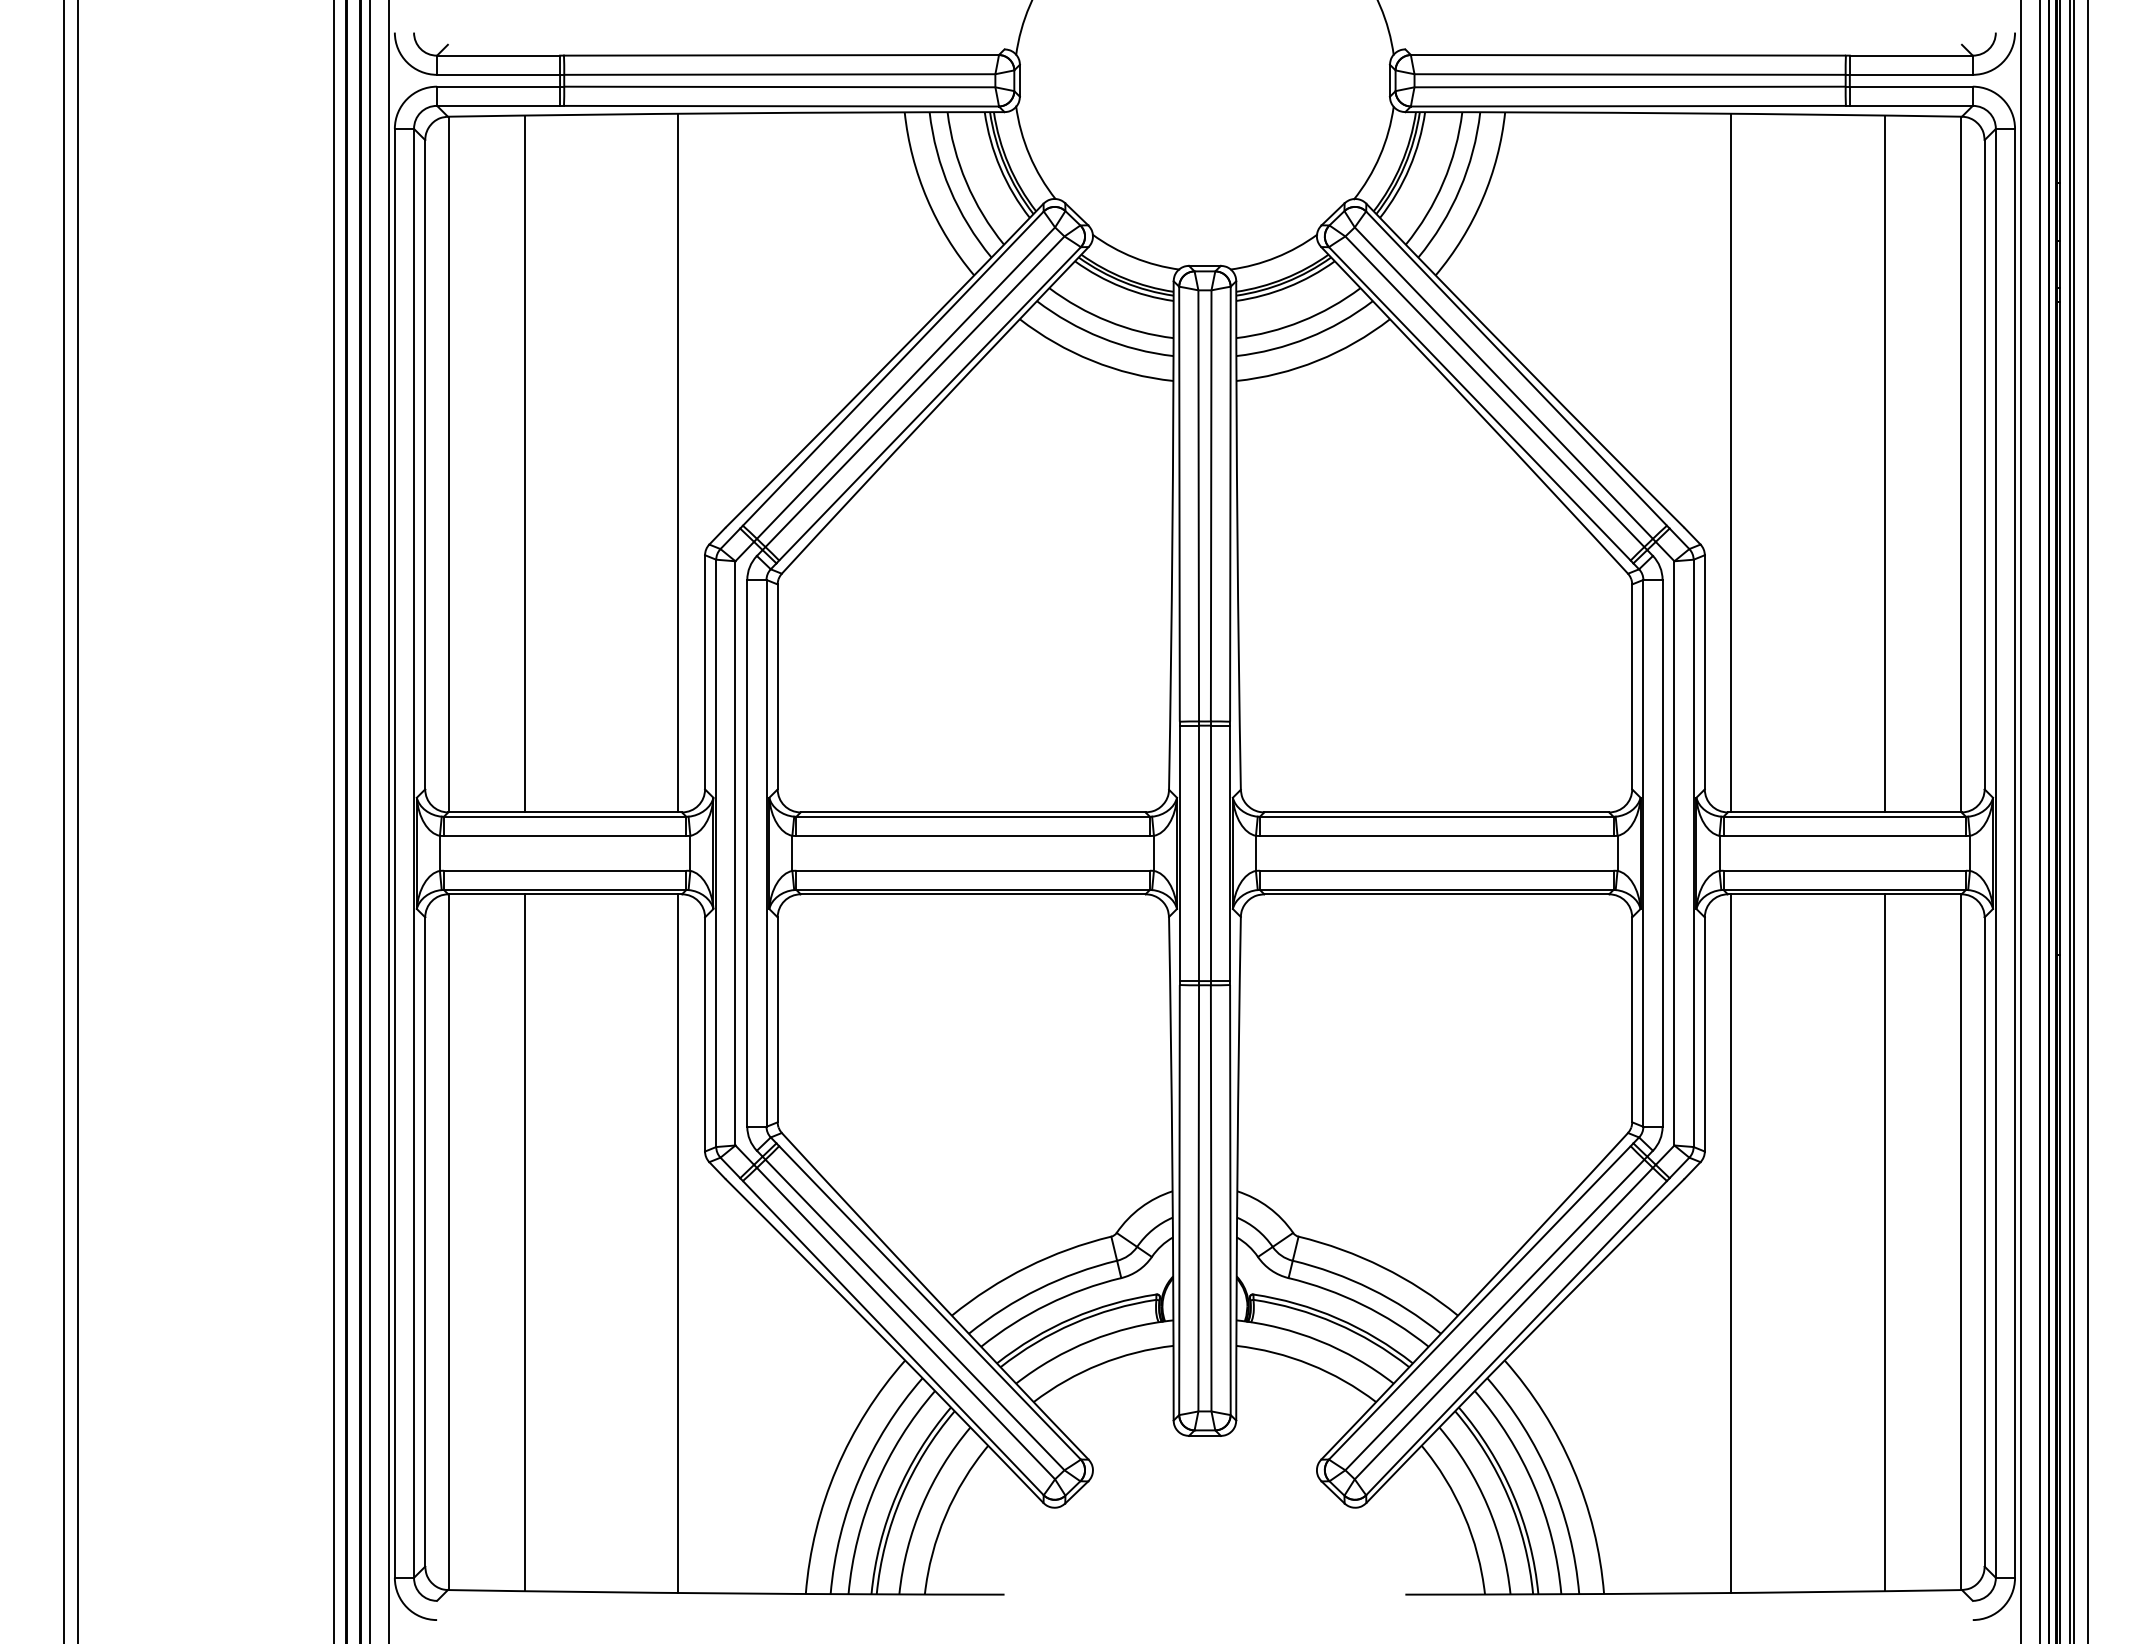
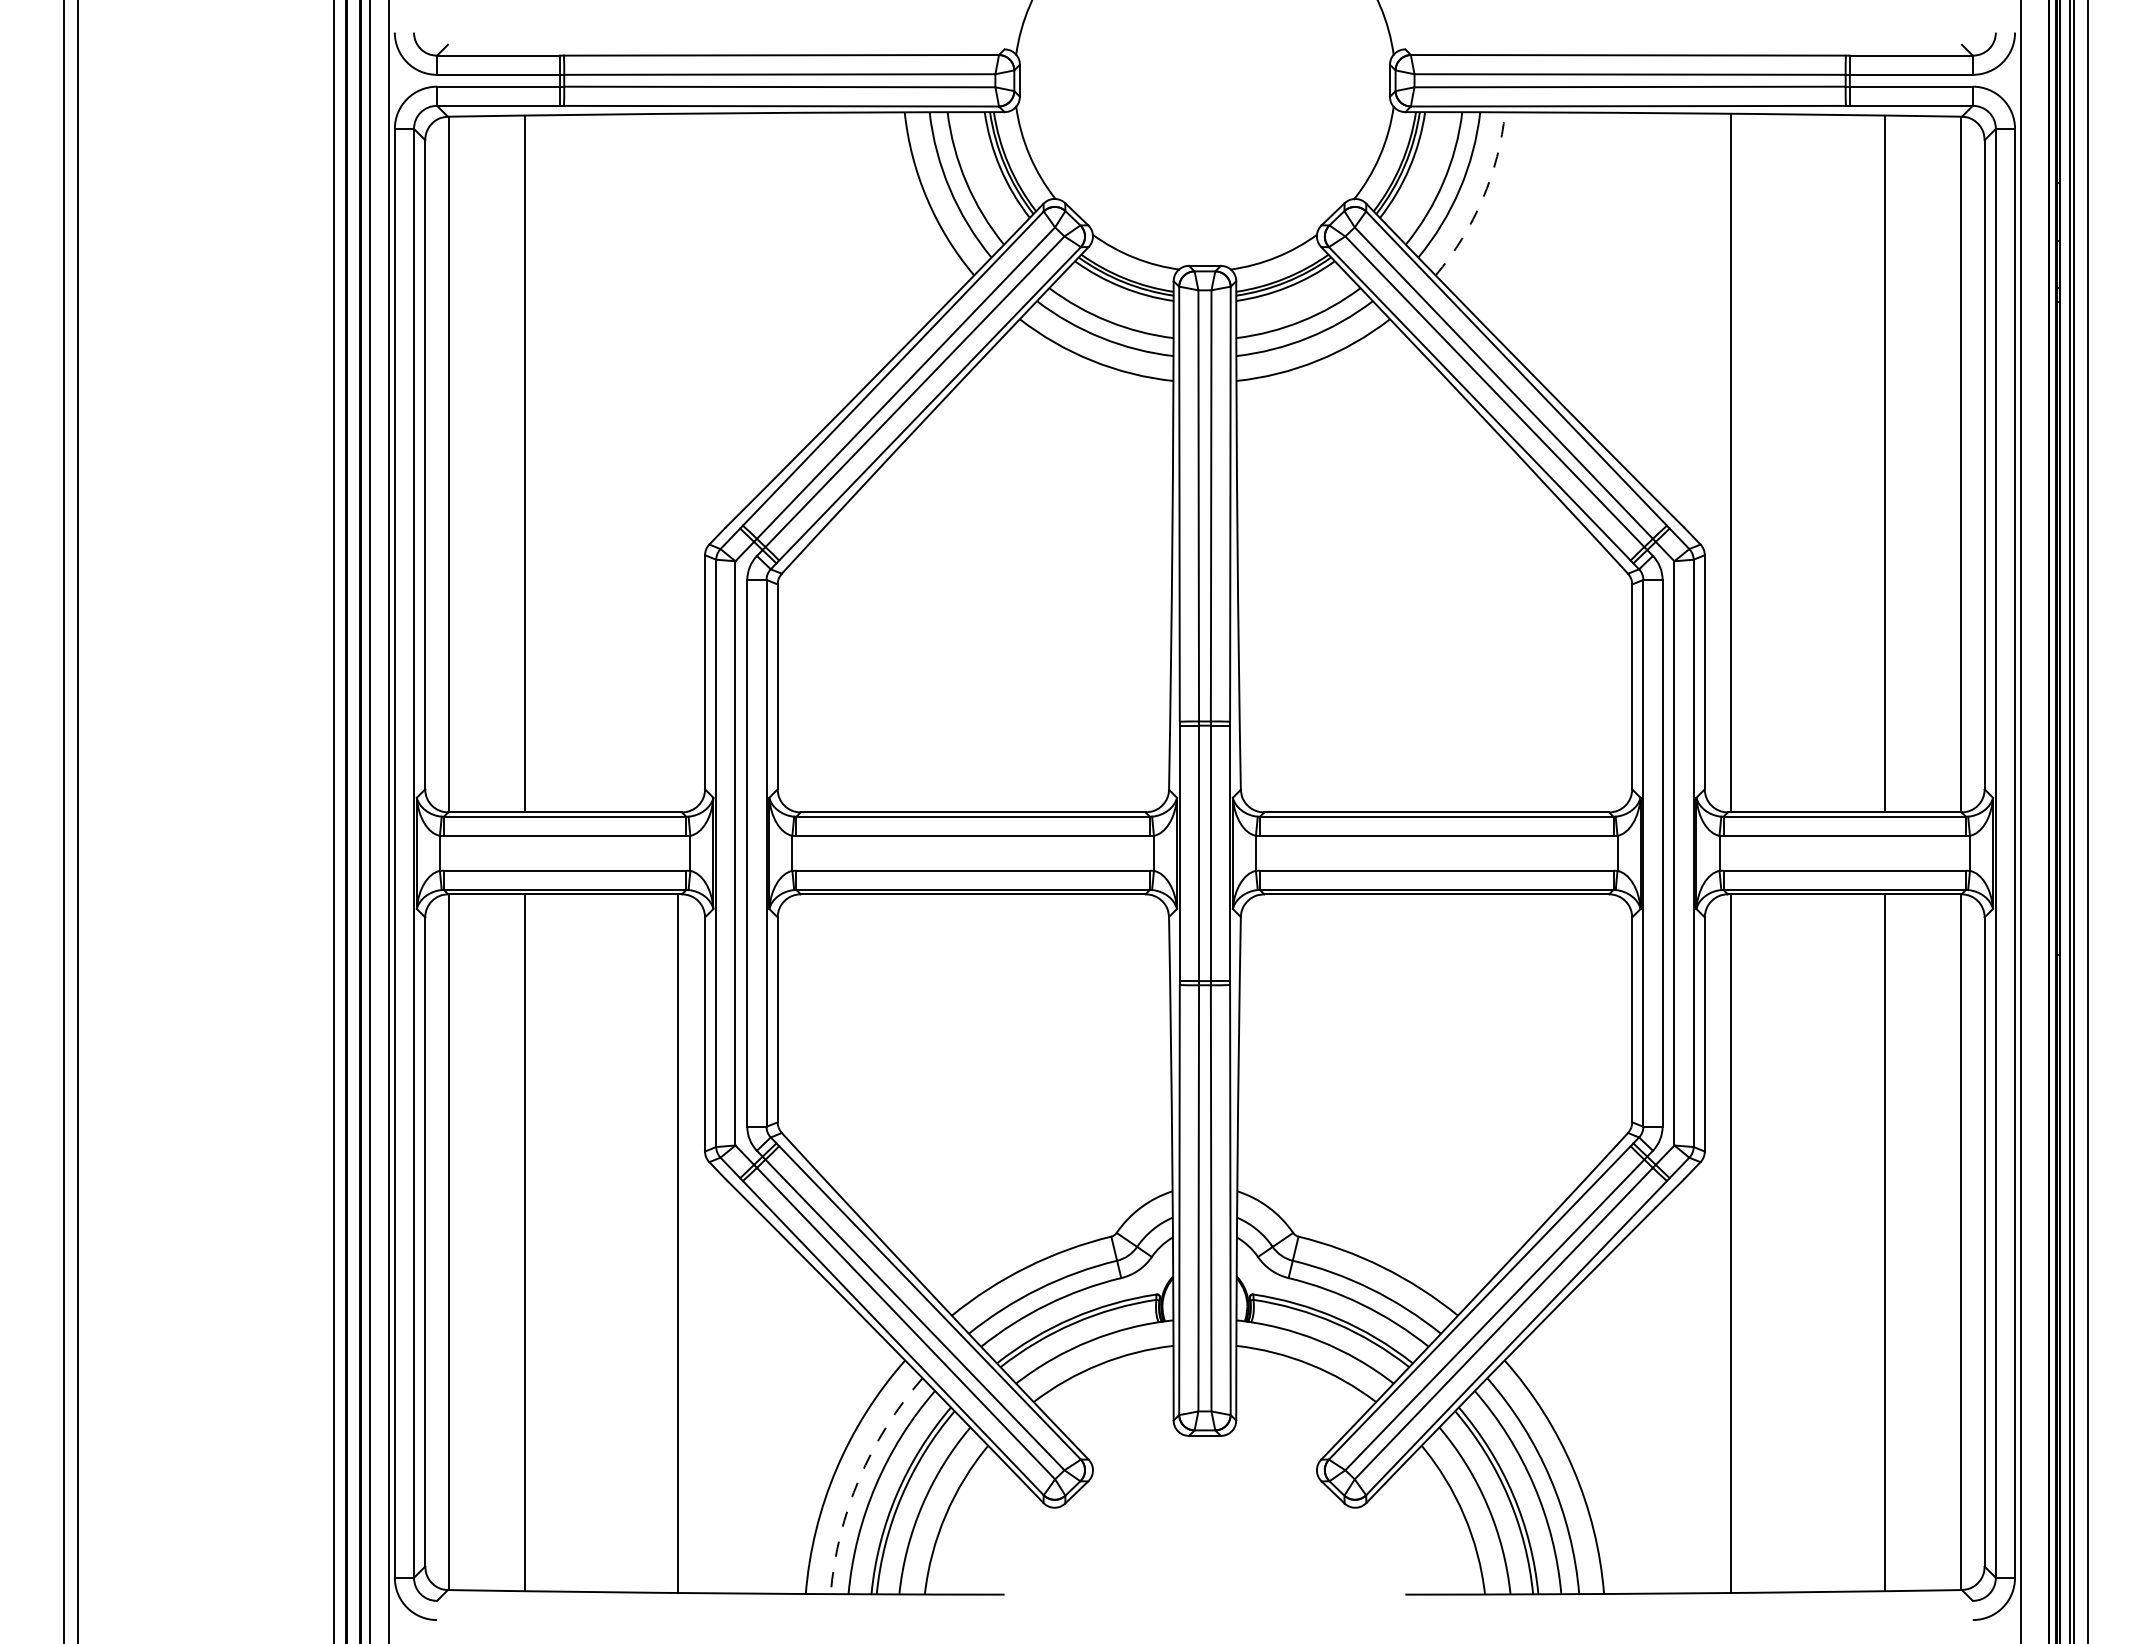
arc at (1482, 199): solid -> dashed
line at (678, 462): present -> none
line at (2040, 821): present -> none
arc at (859, 1478): solid -> dashed
